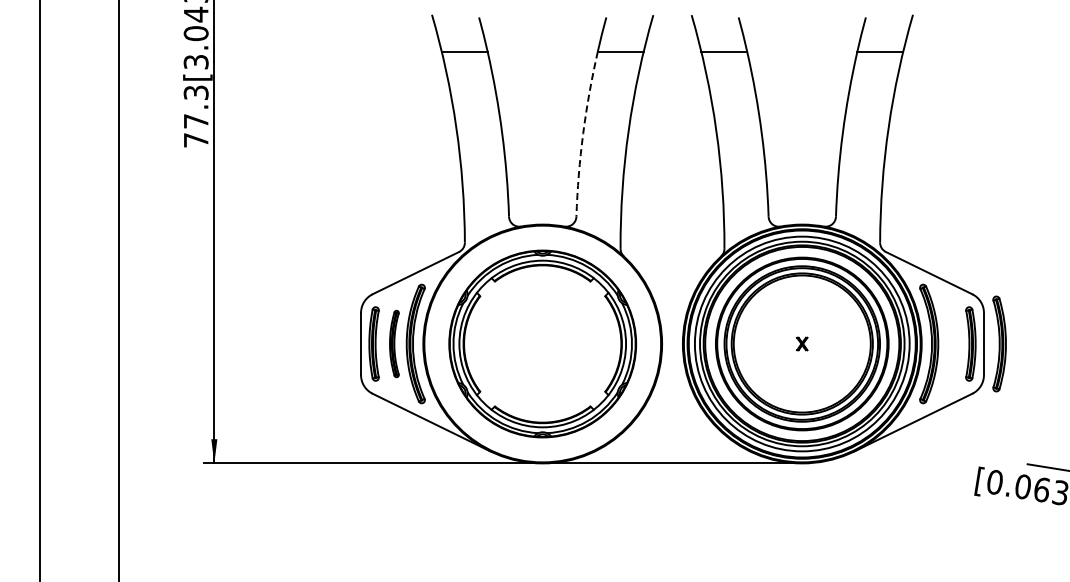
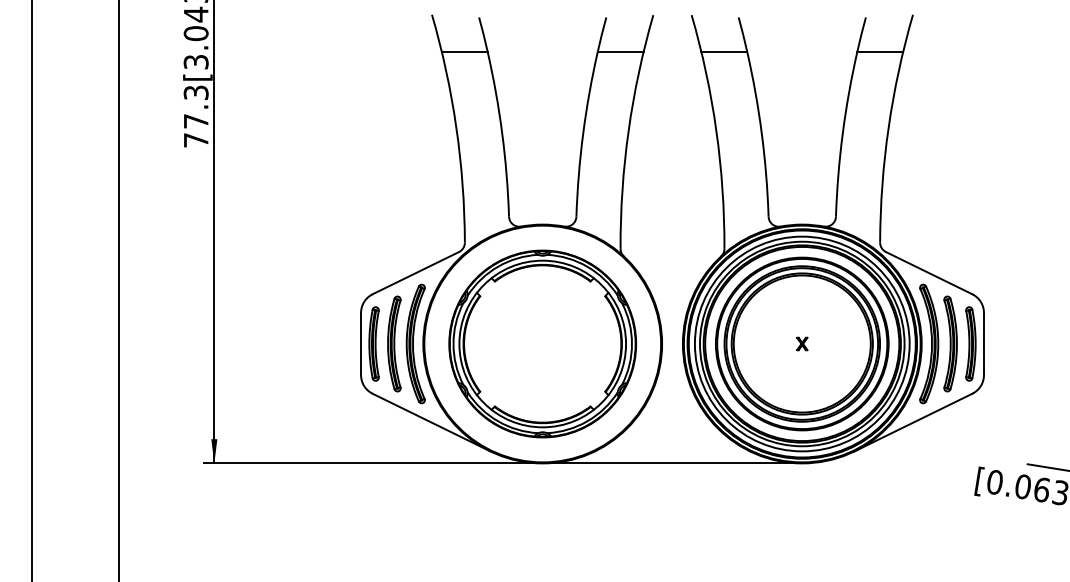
arc at (583, 133): dashed -> solid
line at (40, 290) position: (40, 290) -> (32, 290)
part at (394, 343) size: 11x70 px -> 15x98 px
part at (999, 343) position: (999, 343) -> (950, 343)
